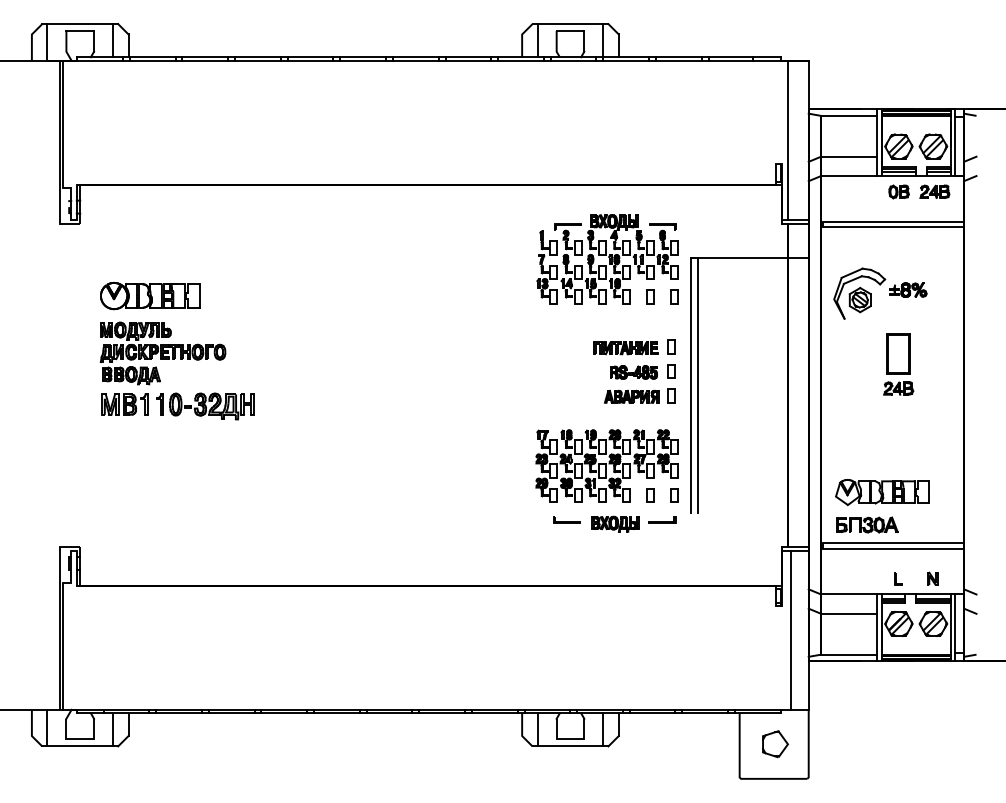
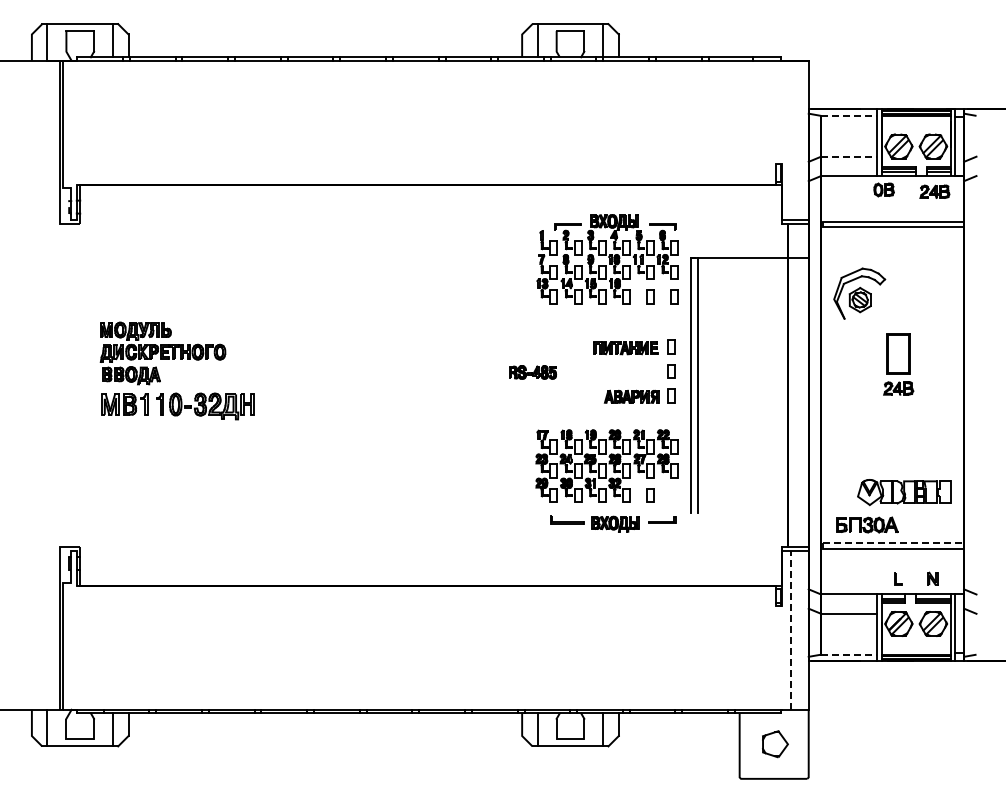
line at (849, 115): solid -> dashed
line at (787, 139): present -> none
line at (849, 156): solid -> dashed
part at (898, 191) position: (898, 191) -> (883, 189)
part at (908, 289): present -> none
part at (150, 296): present -> none
part at (633, 372) position: (633, 372) -> (532, 372)
part at (882, 492) position: (882, 492) -> (904, 492)
part at (674, 495): present -> none
part at (566, 519) size: 28x8 px -> 35x10 px
line at (893, 543): solid -> dashed
line at (791, 629): solid -> dashed
line at (849, 654): solid -> dashed
